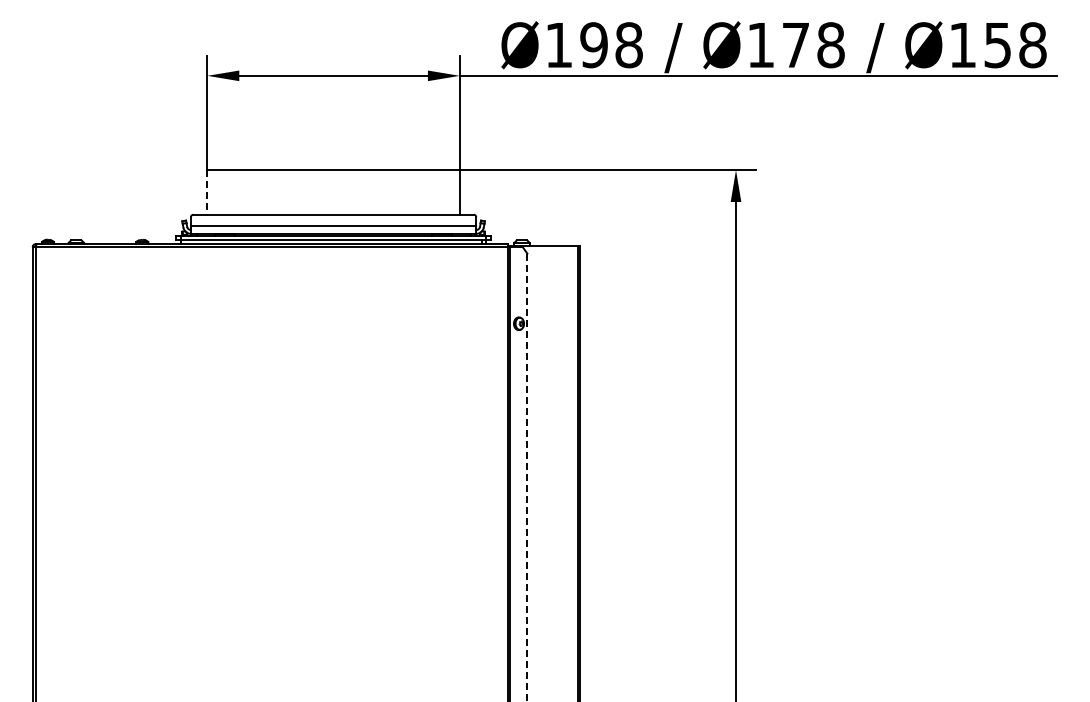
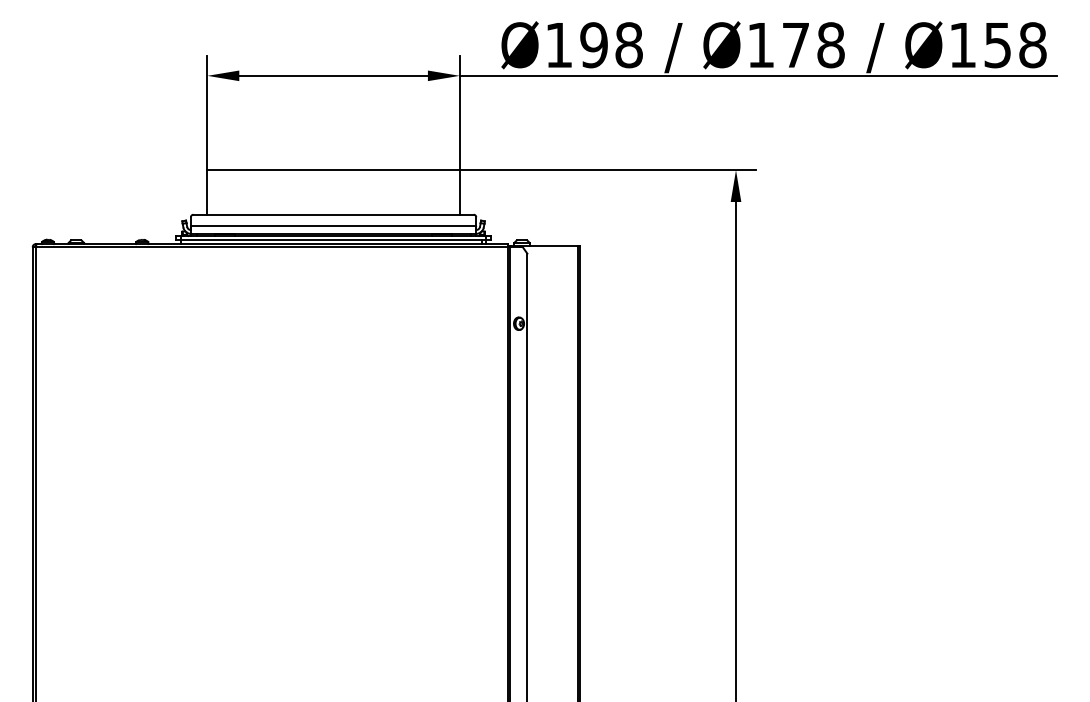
line at (207, 192): dashed -> solid
line at (527, 477): dashed -> solid
